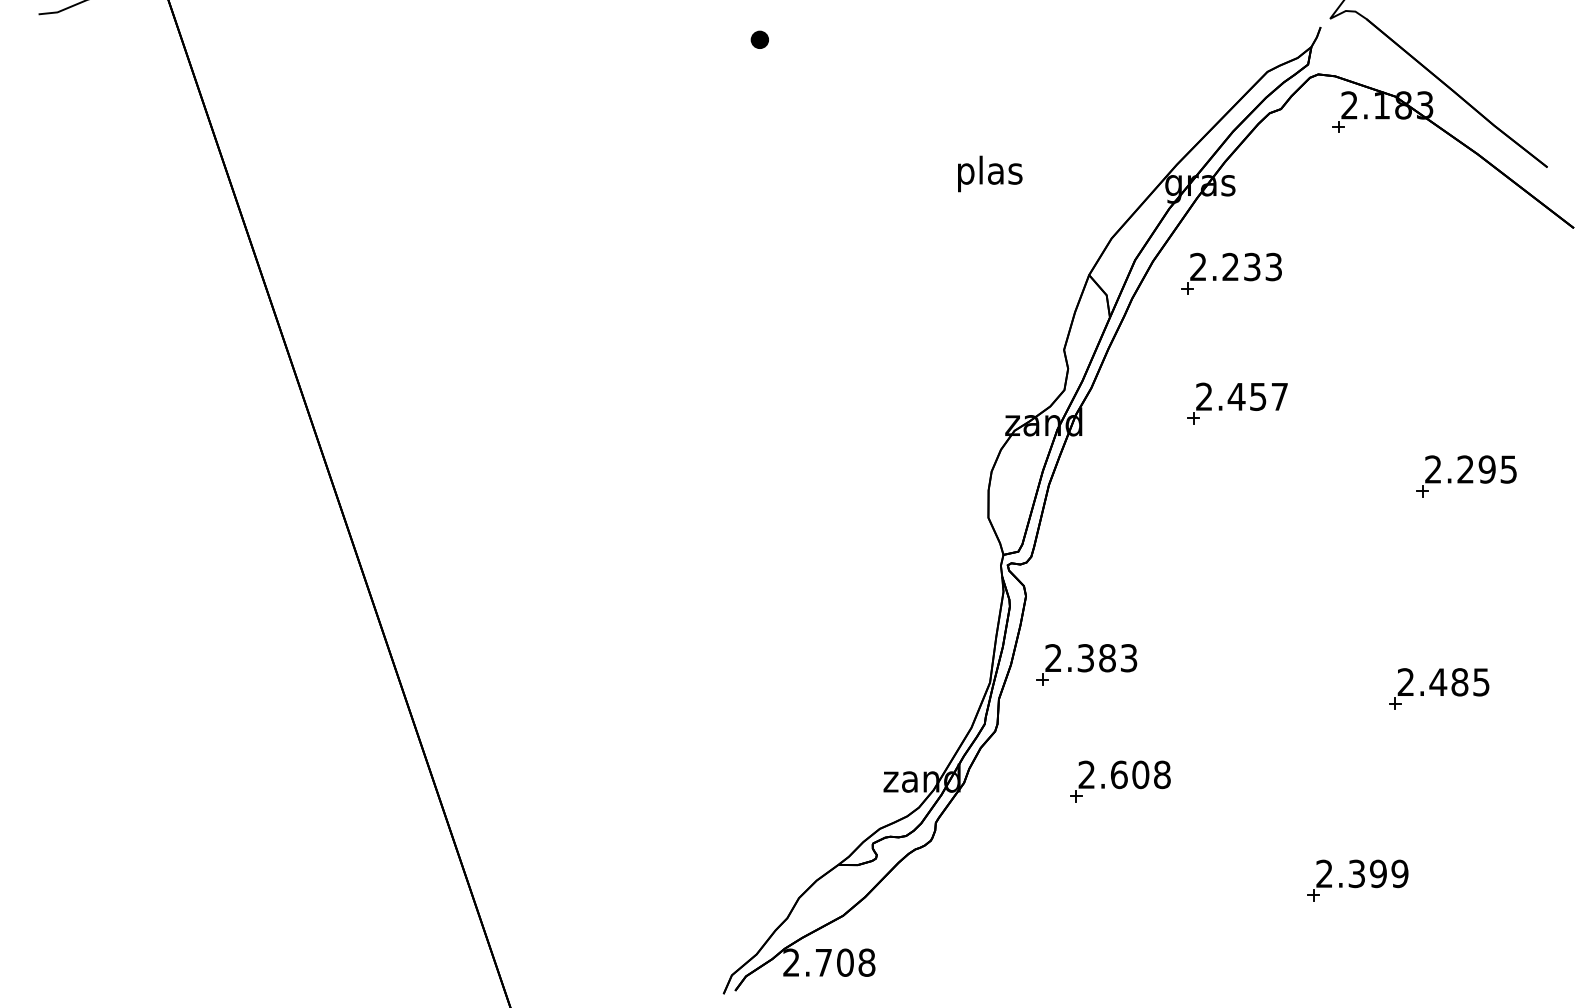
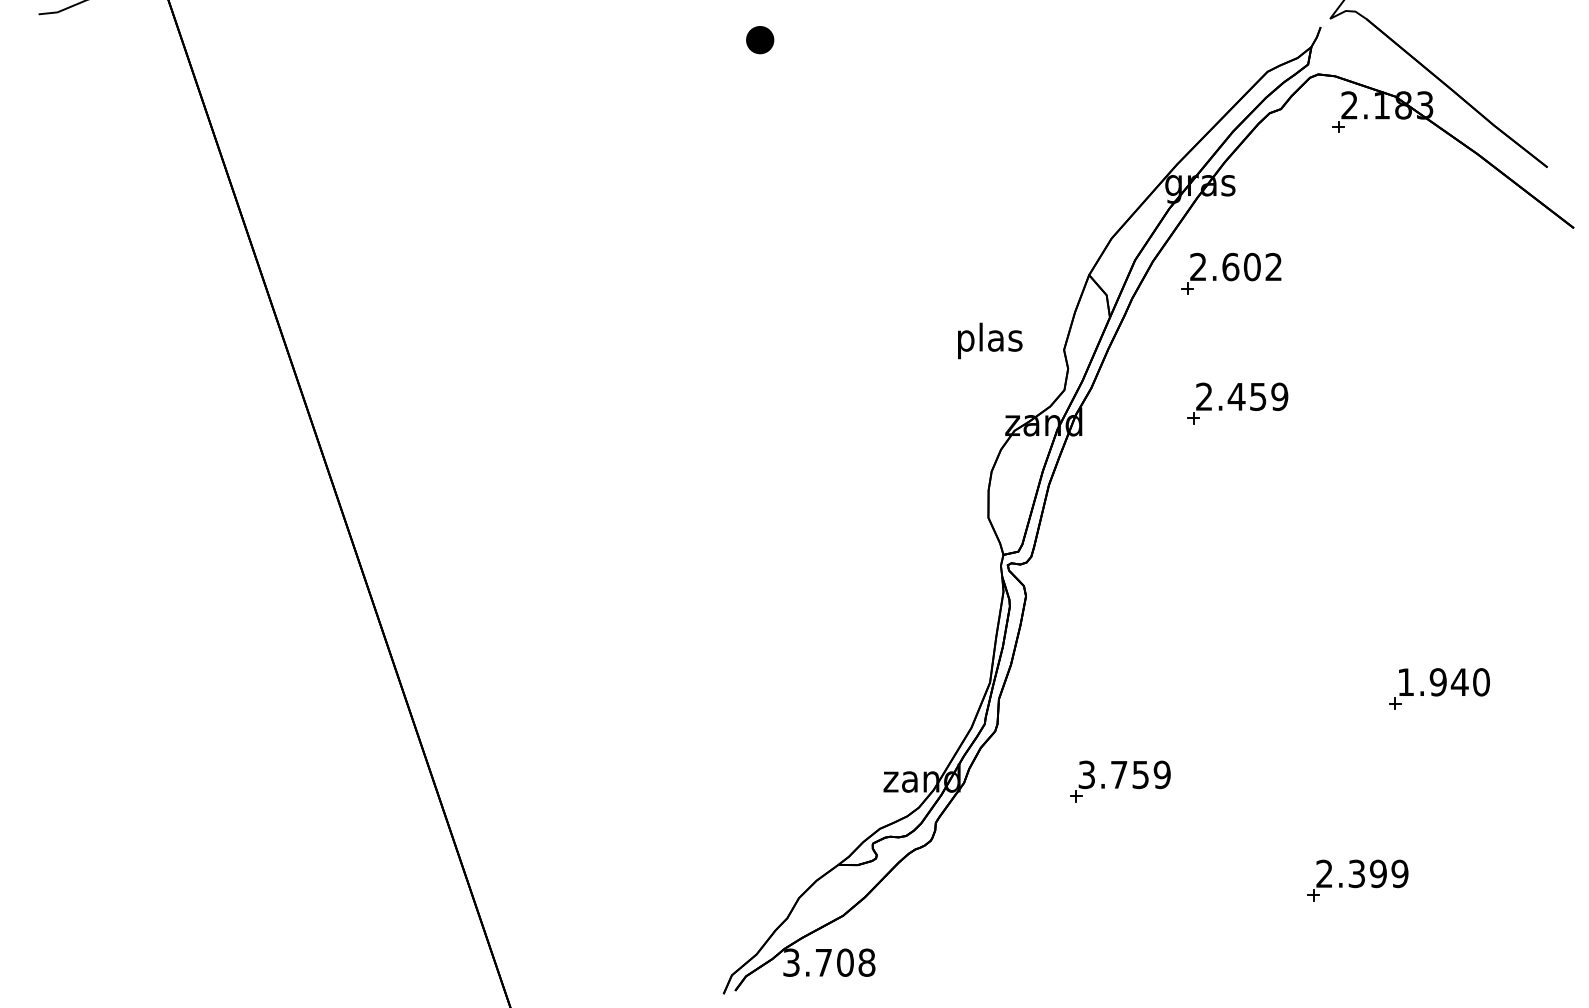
part at (759, 39) size: 19x19 px -> 29x29 px
text at (990, 173) position: (990, 173) -> (990, 340)
text at (1251, 266): 2.233 -> 2.602
text at (1279, 396): 2.457 -> 2.459
part at (1466, 476): present -> none
part at (1086, 664): present -> none
text at (1443, 682): 2.485 -> 1.940
text at (1124, 774): 2.608 -> 3.759
text at (791, 962): 2.708 -> 3.708
